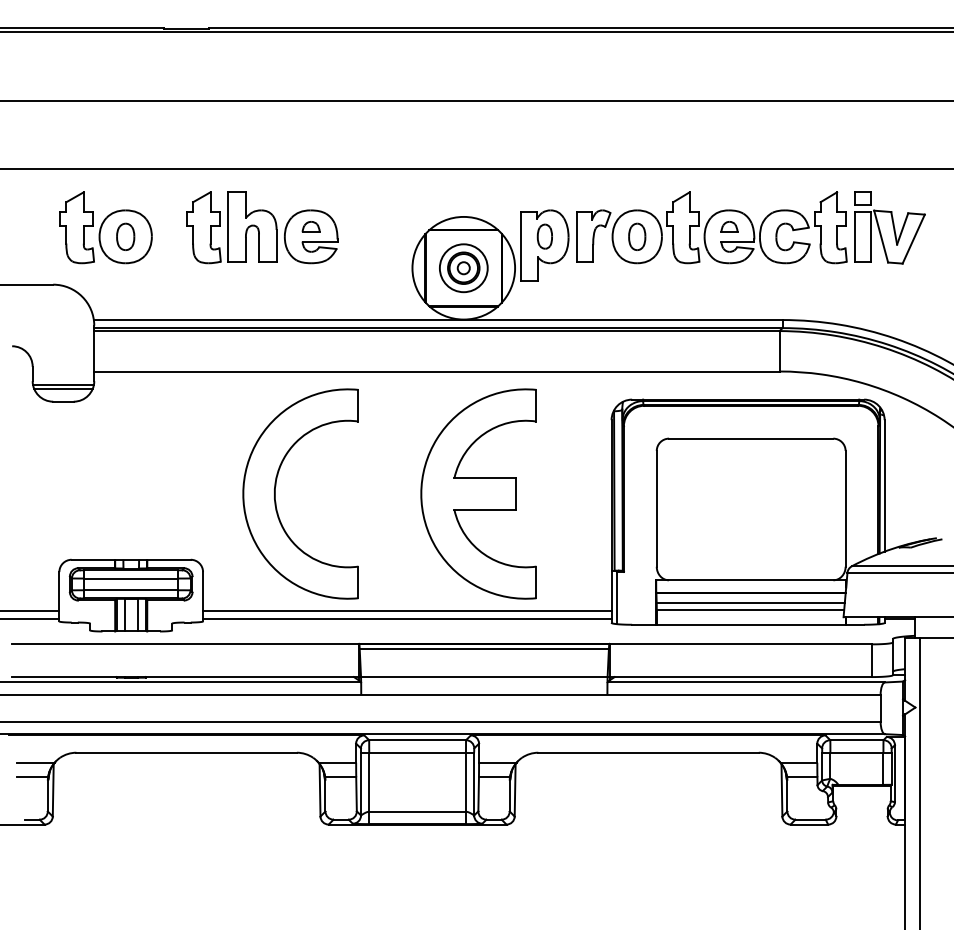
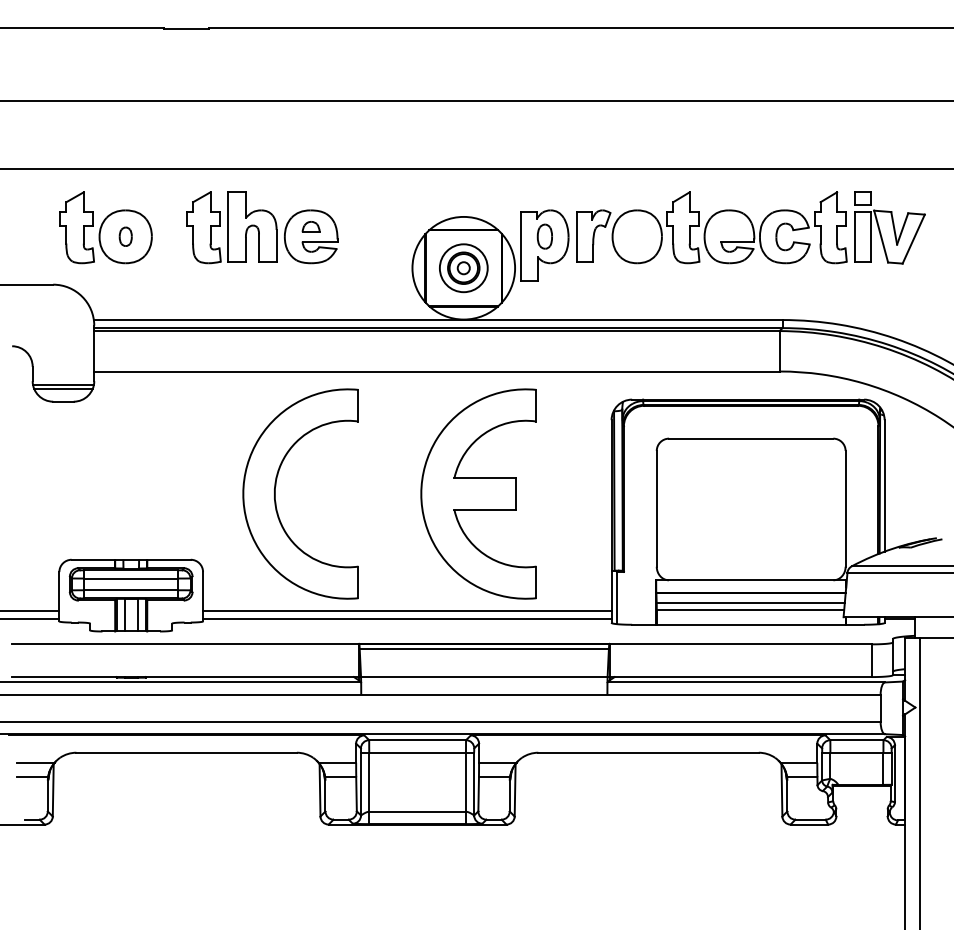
line at (476, 32): present -> none
part at (729, 226): present -> none
part at (125, 236) size: 20x29 px -> 15x21 px
part at (637, 236): present -> none
